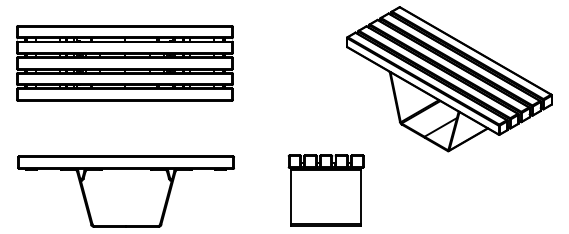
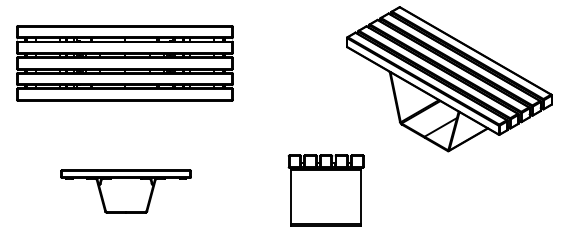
part at (125, 191) size: 218x73 px -> 132x45 px
